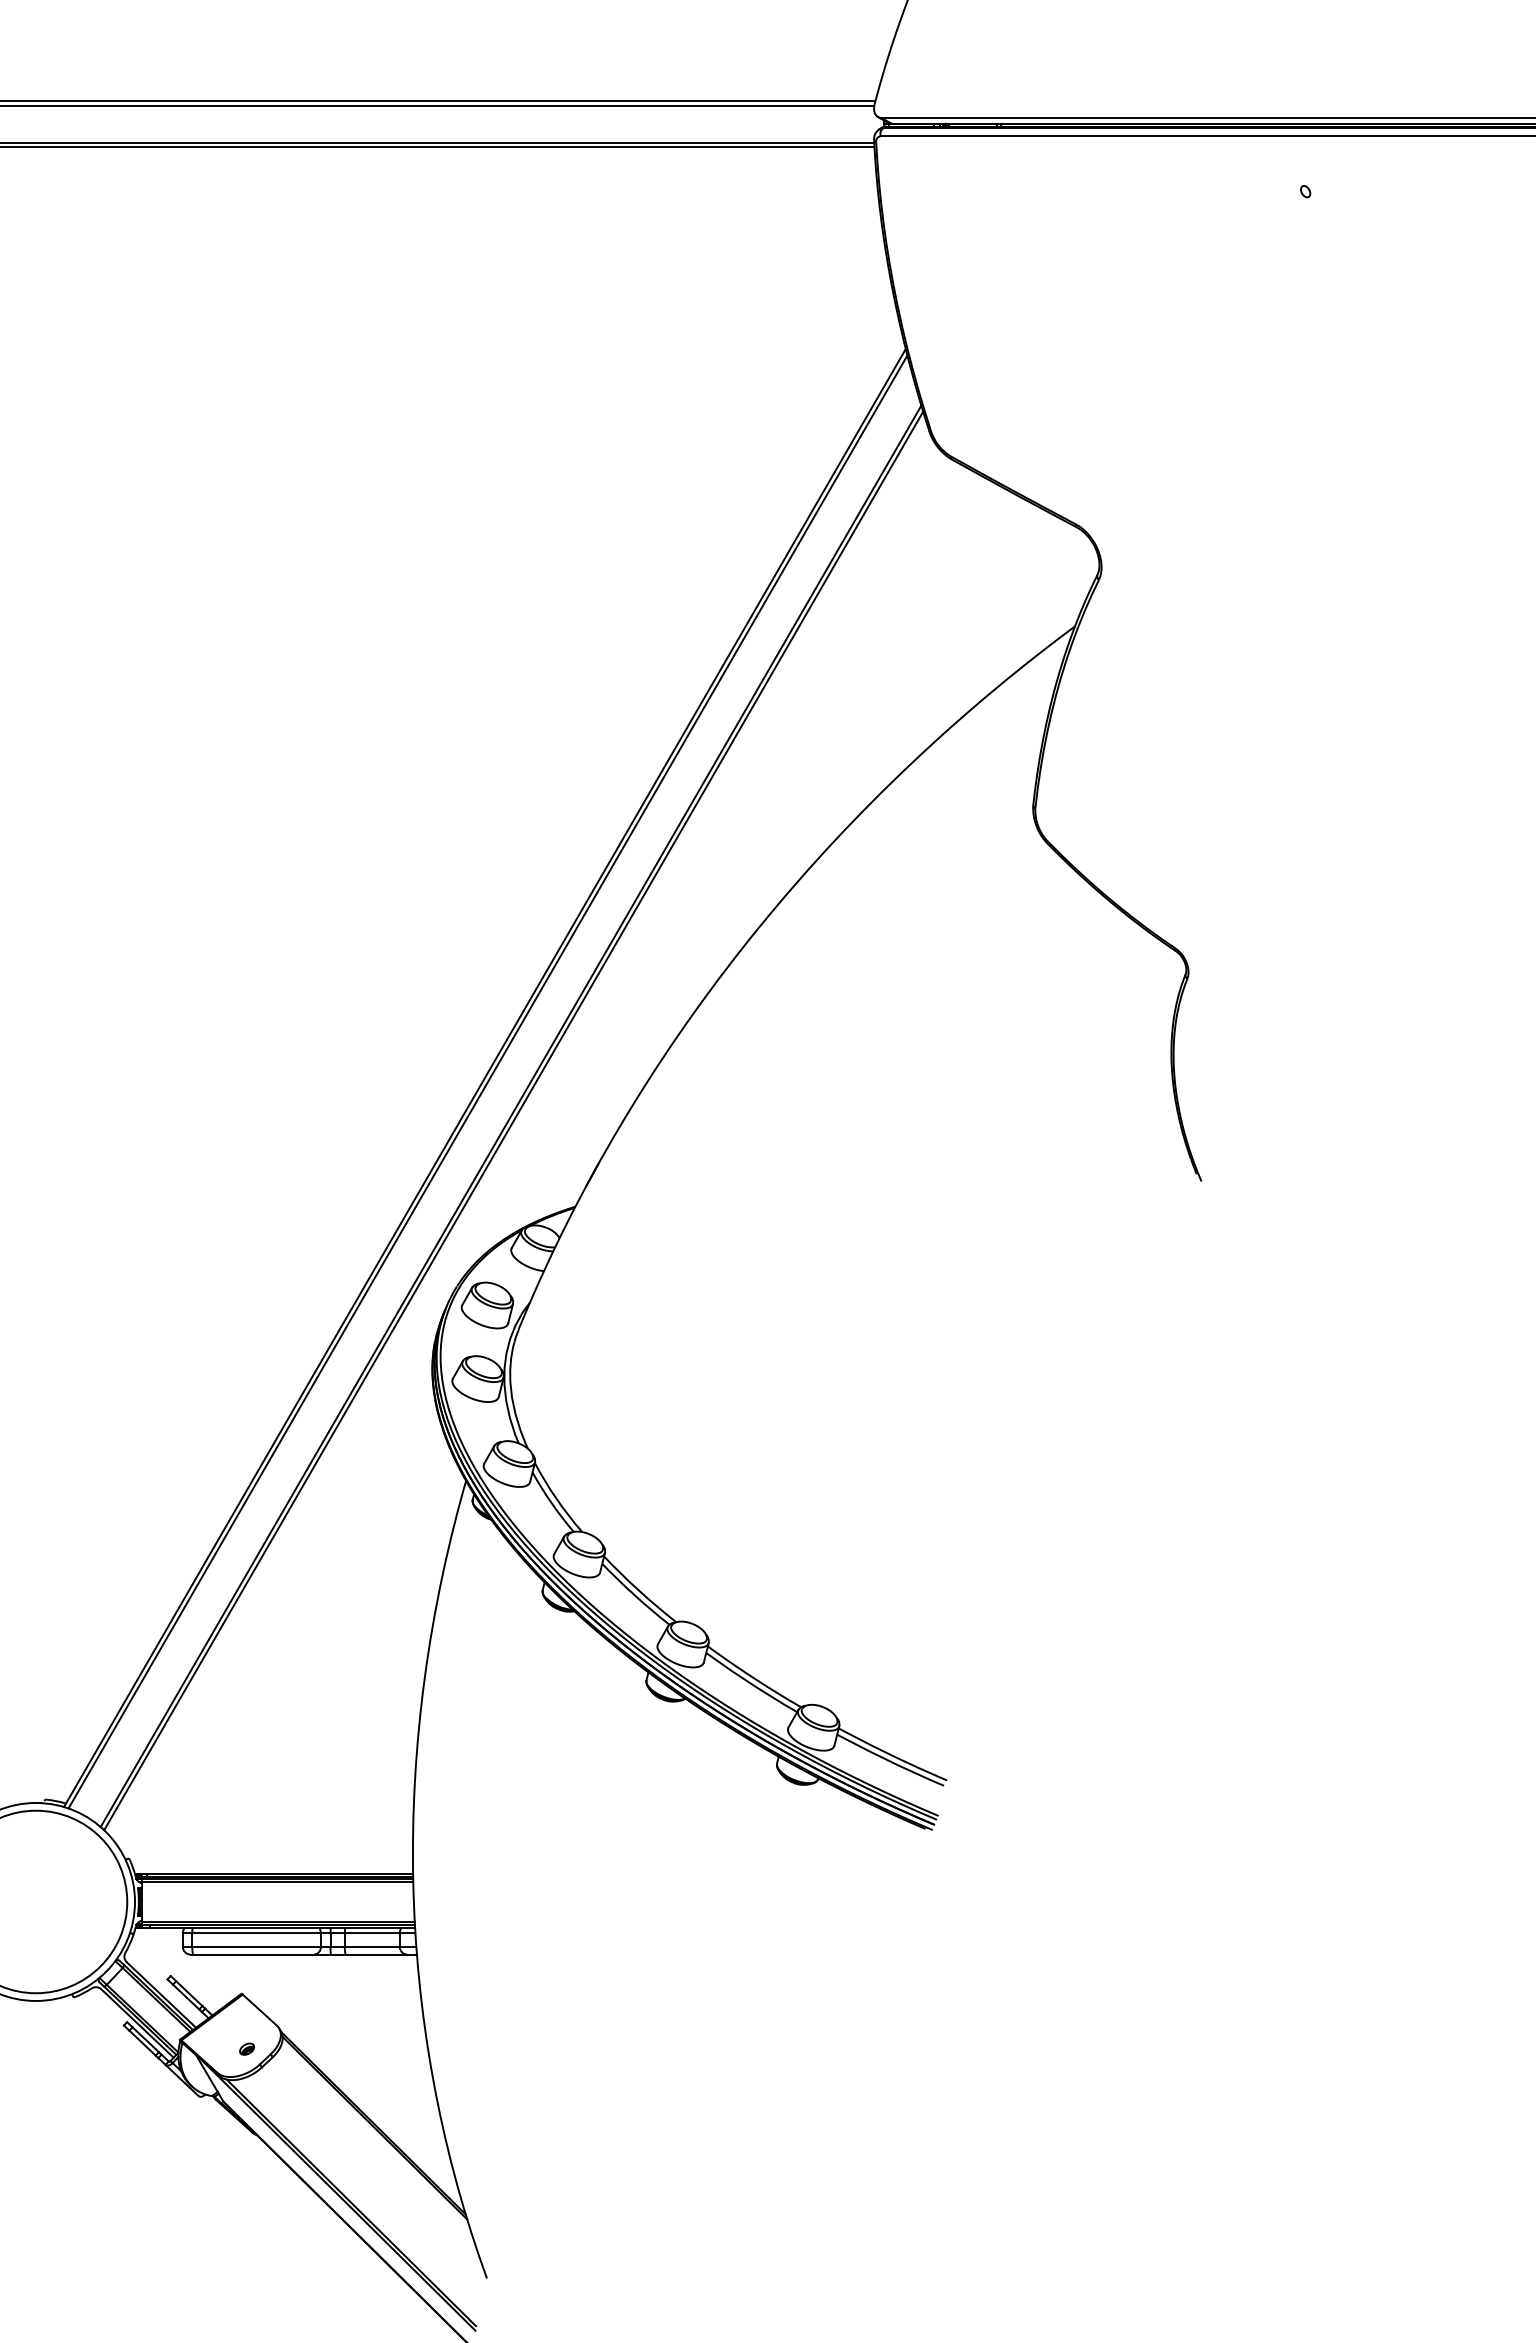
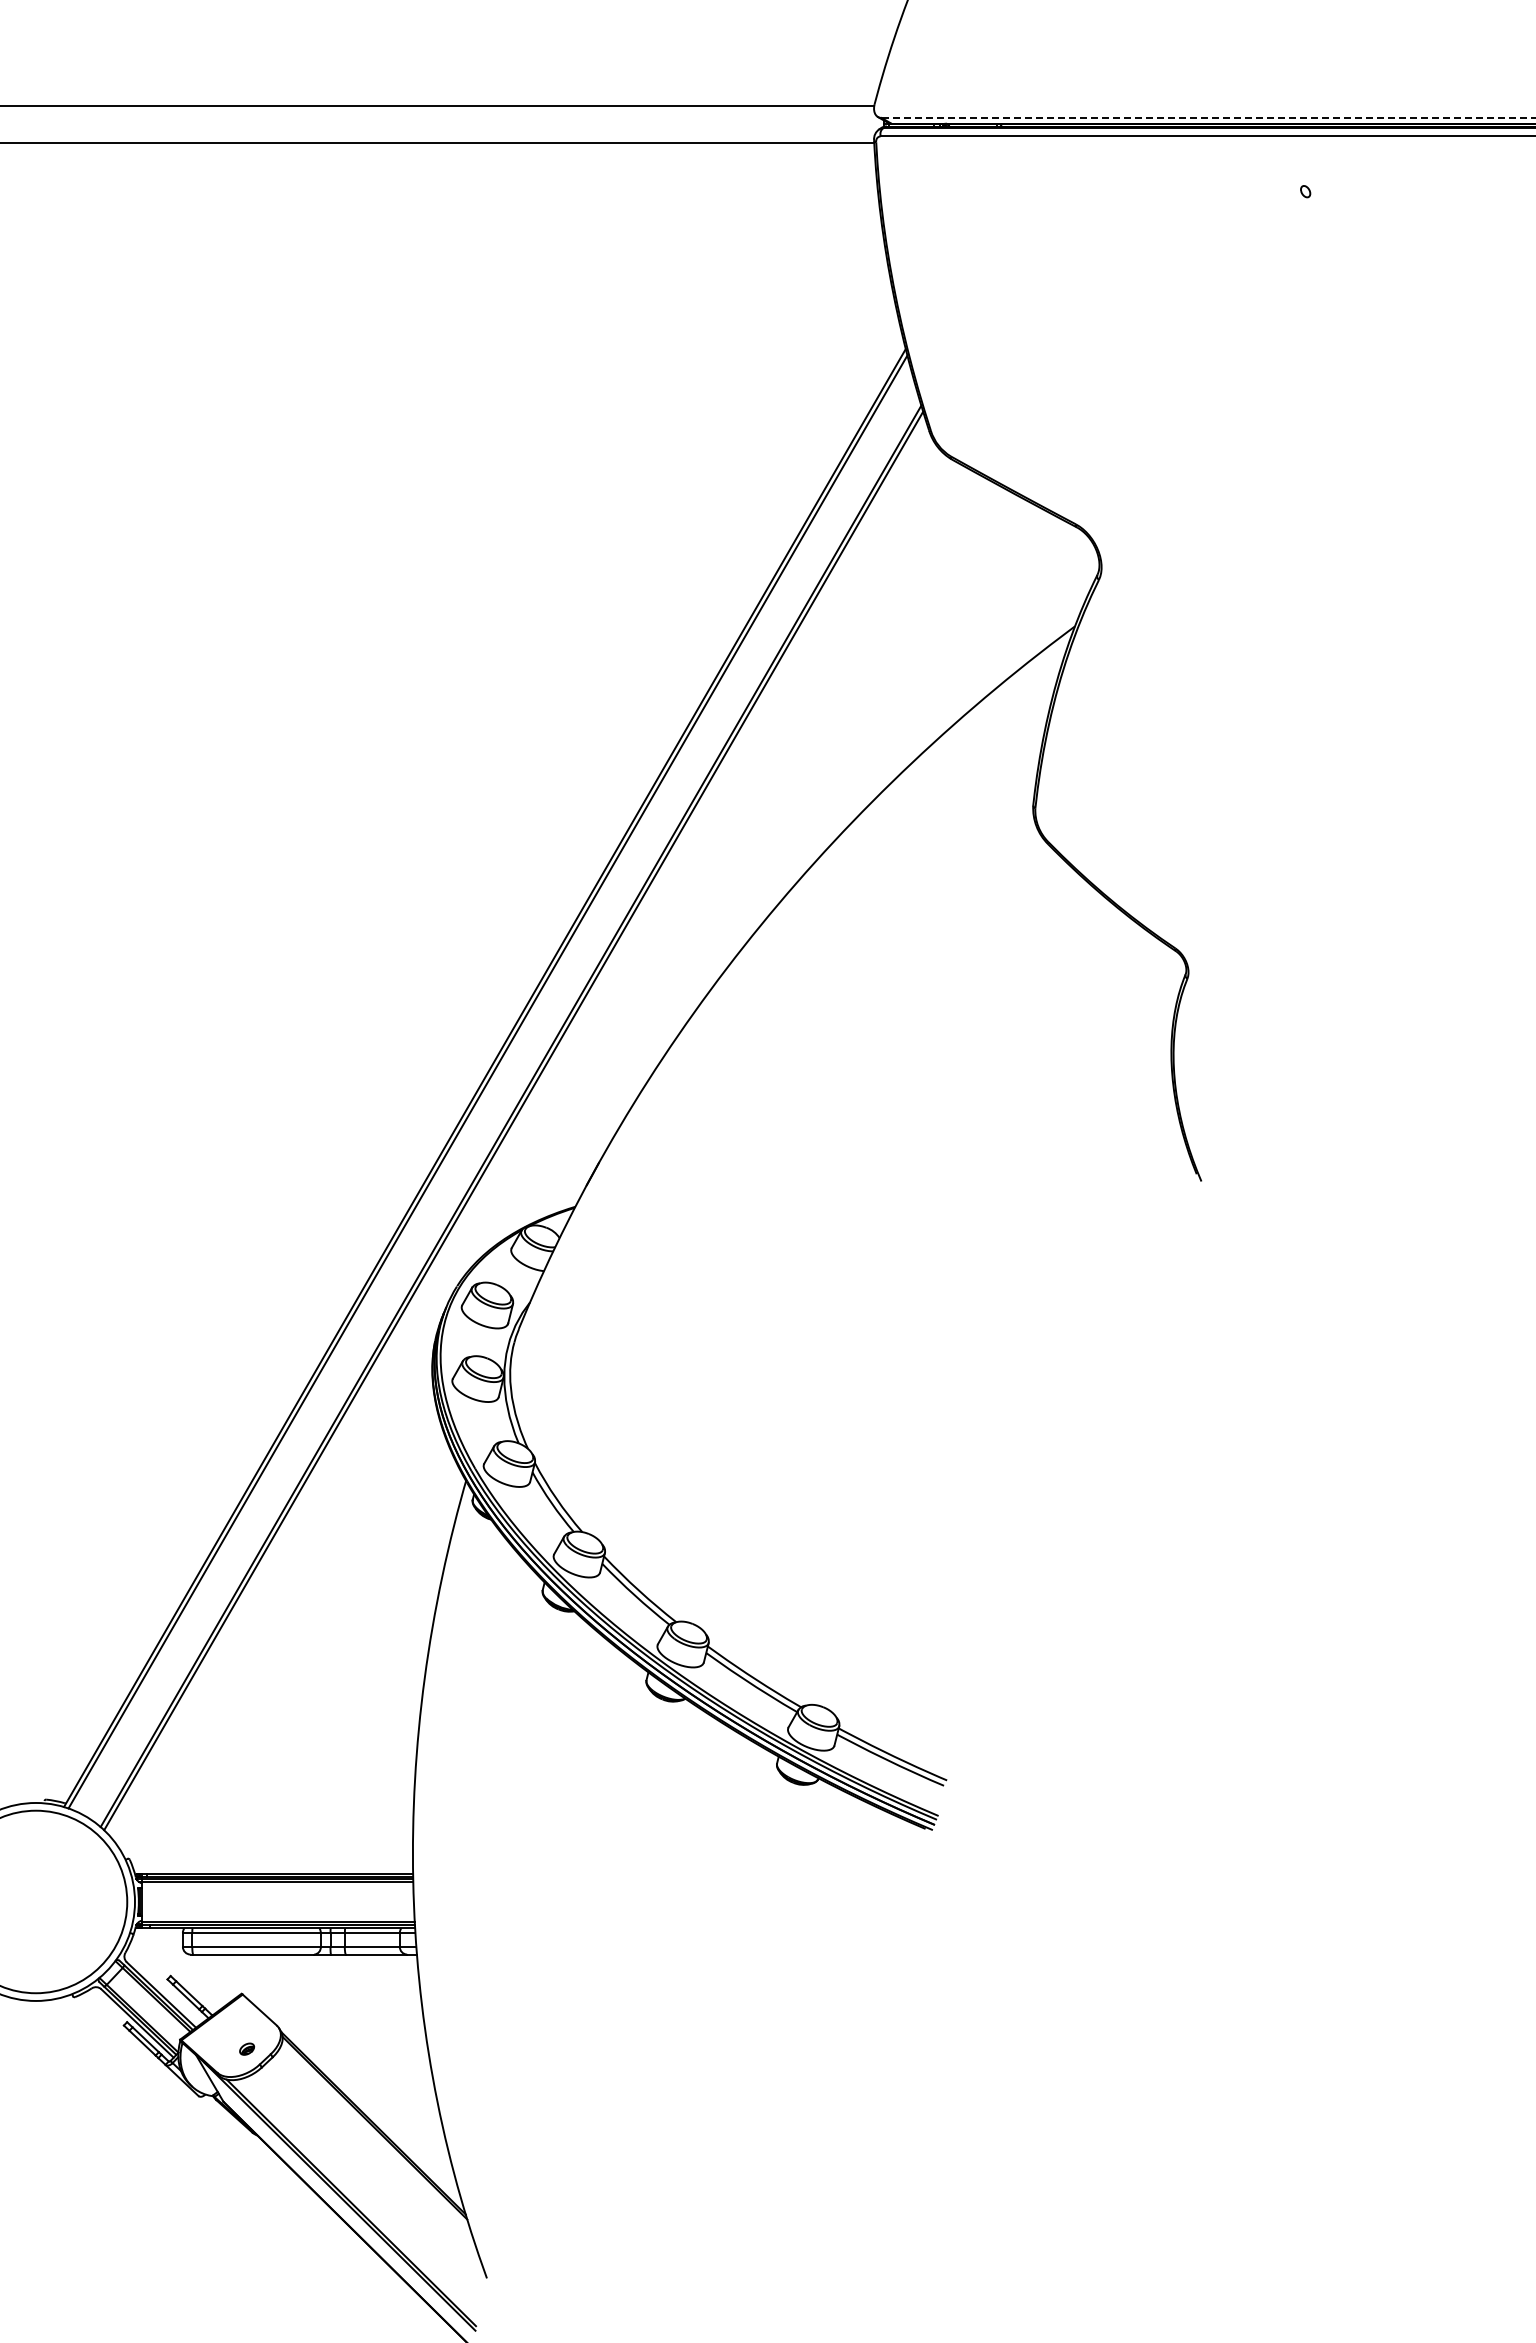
line at (438, 101): present -> none
line at (1208, 118): solid -> dashed
line at (438, 147): present -> none
